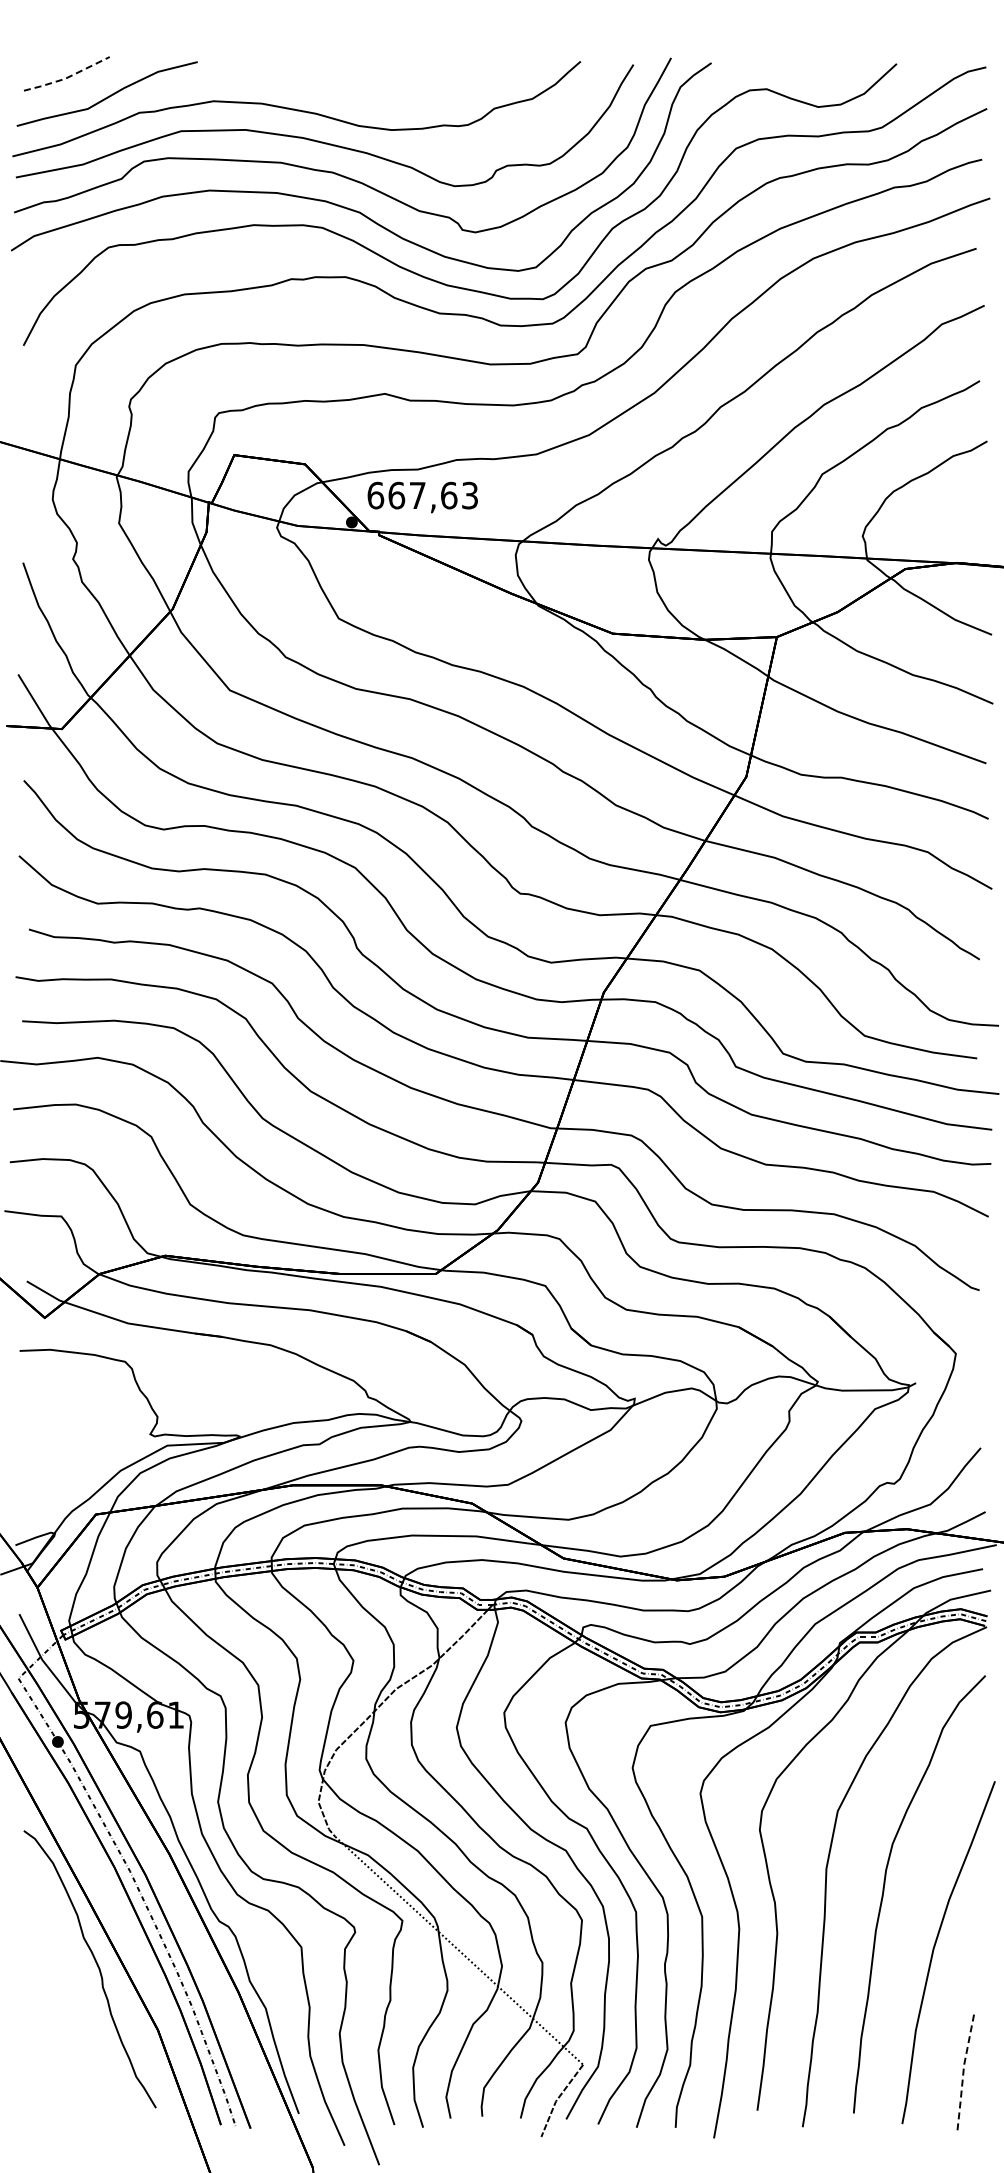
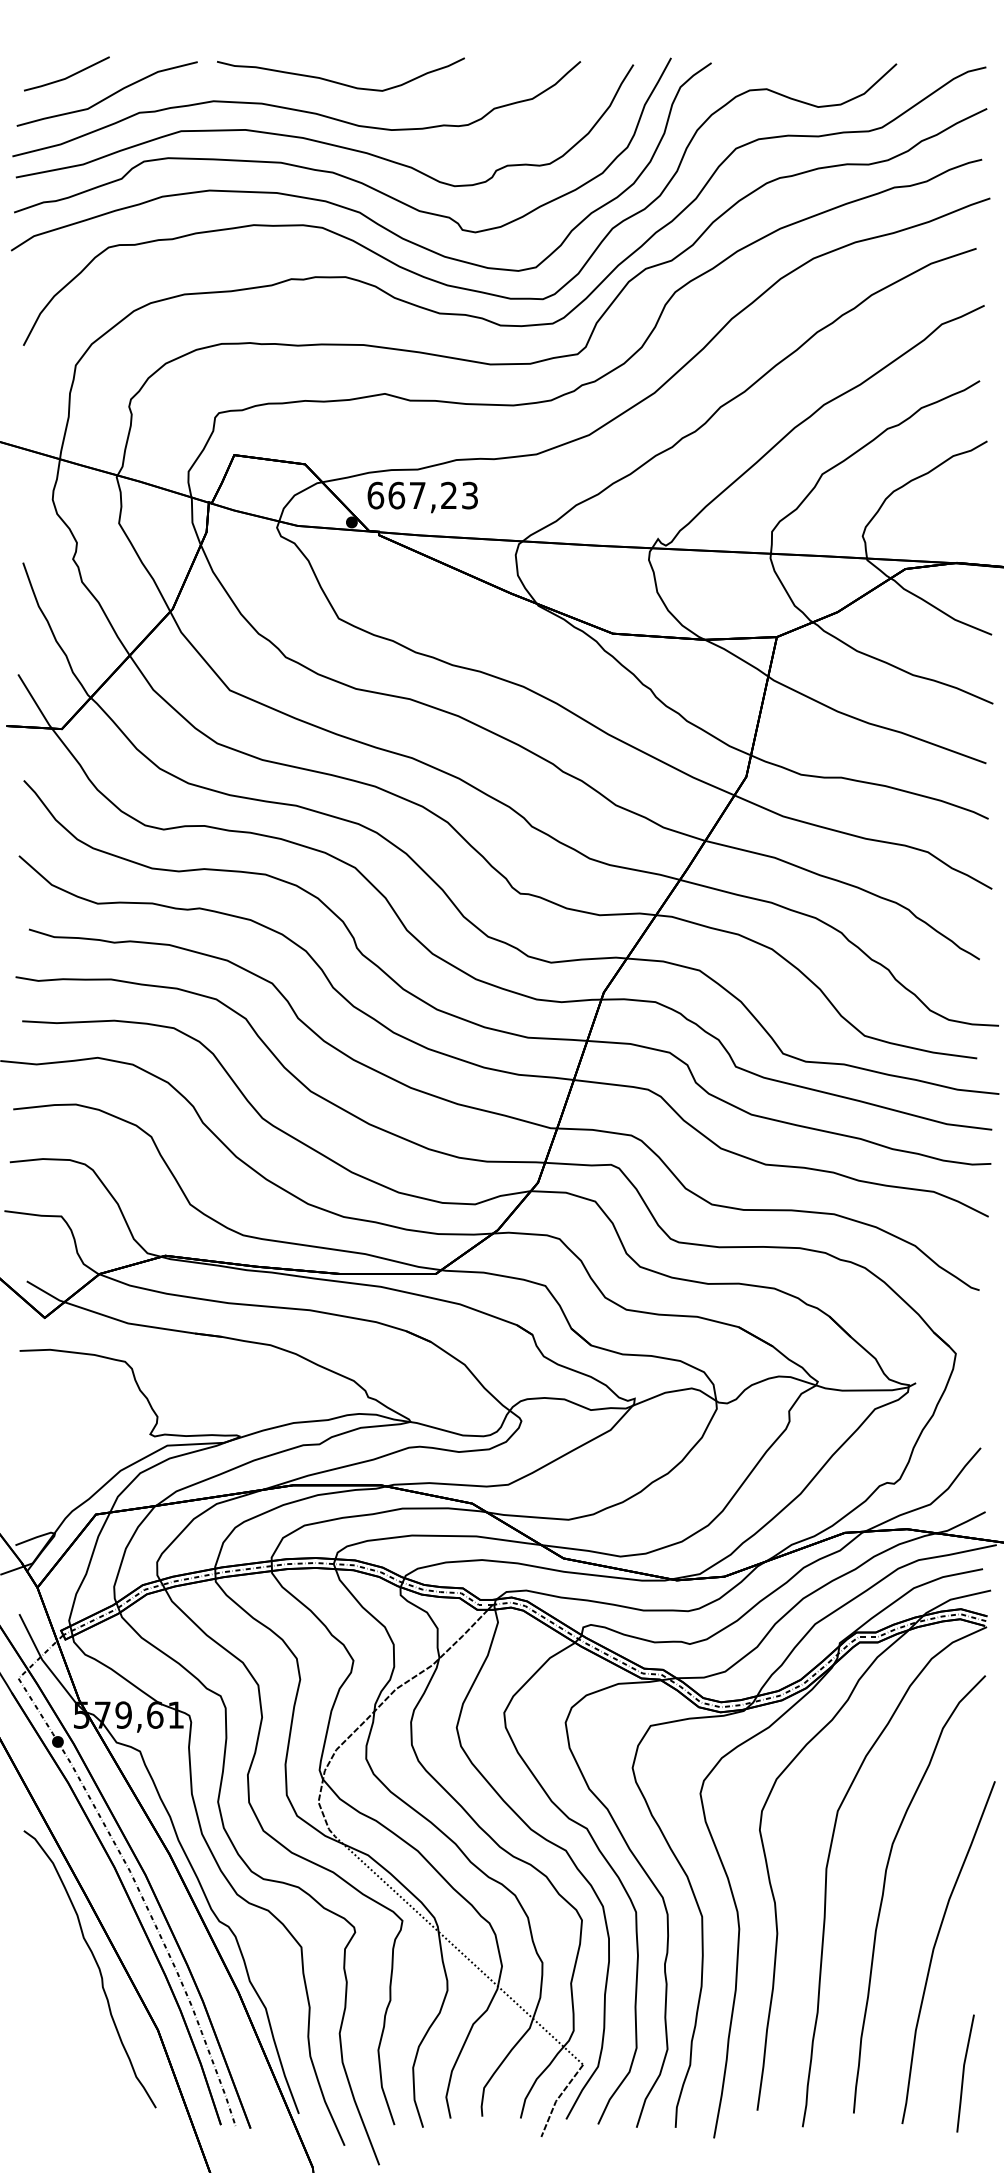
line at (67, 77): dashed -> solid
curve at (340, 82): none -> present
text at (449, 495): 667,63 -> 667,23
line at (963, 2074): dashed -> solid
